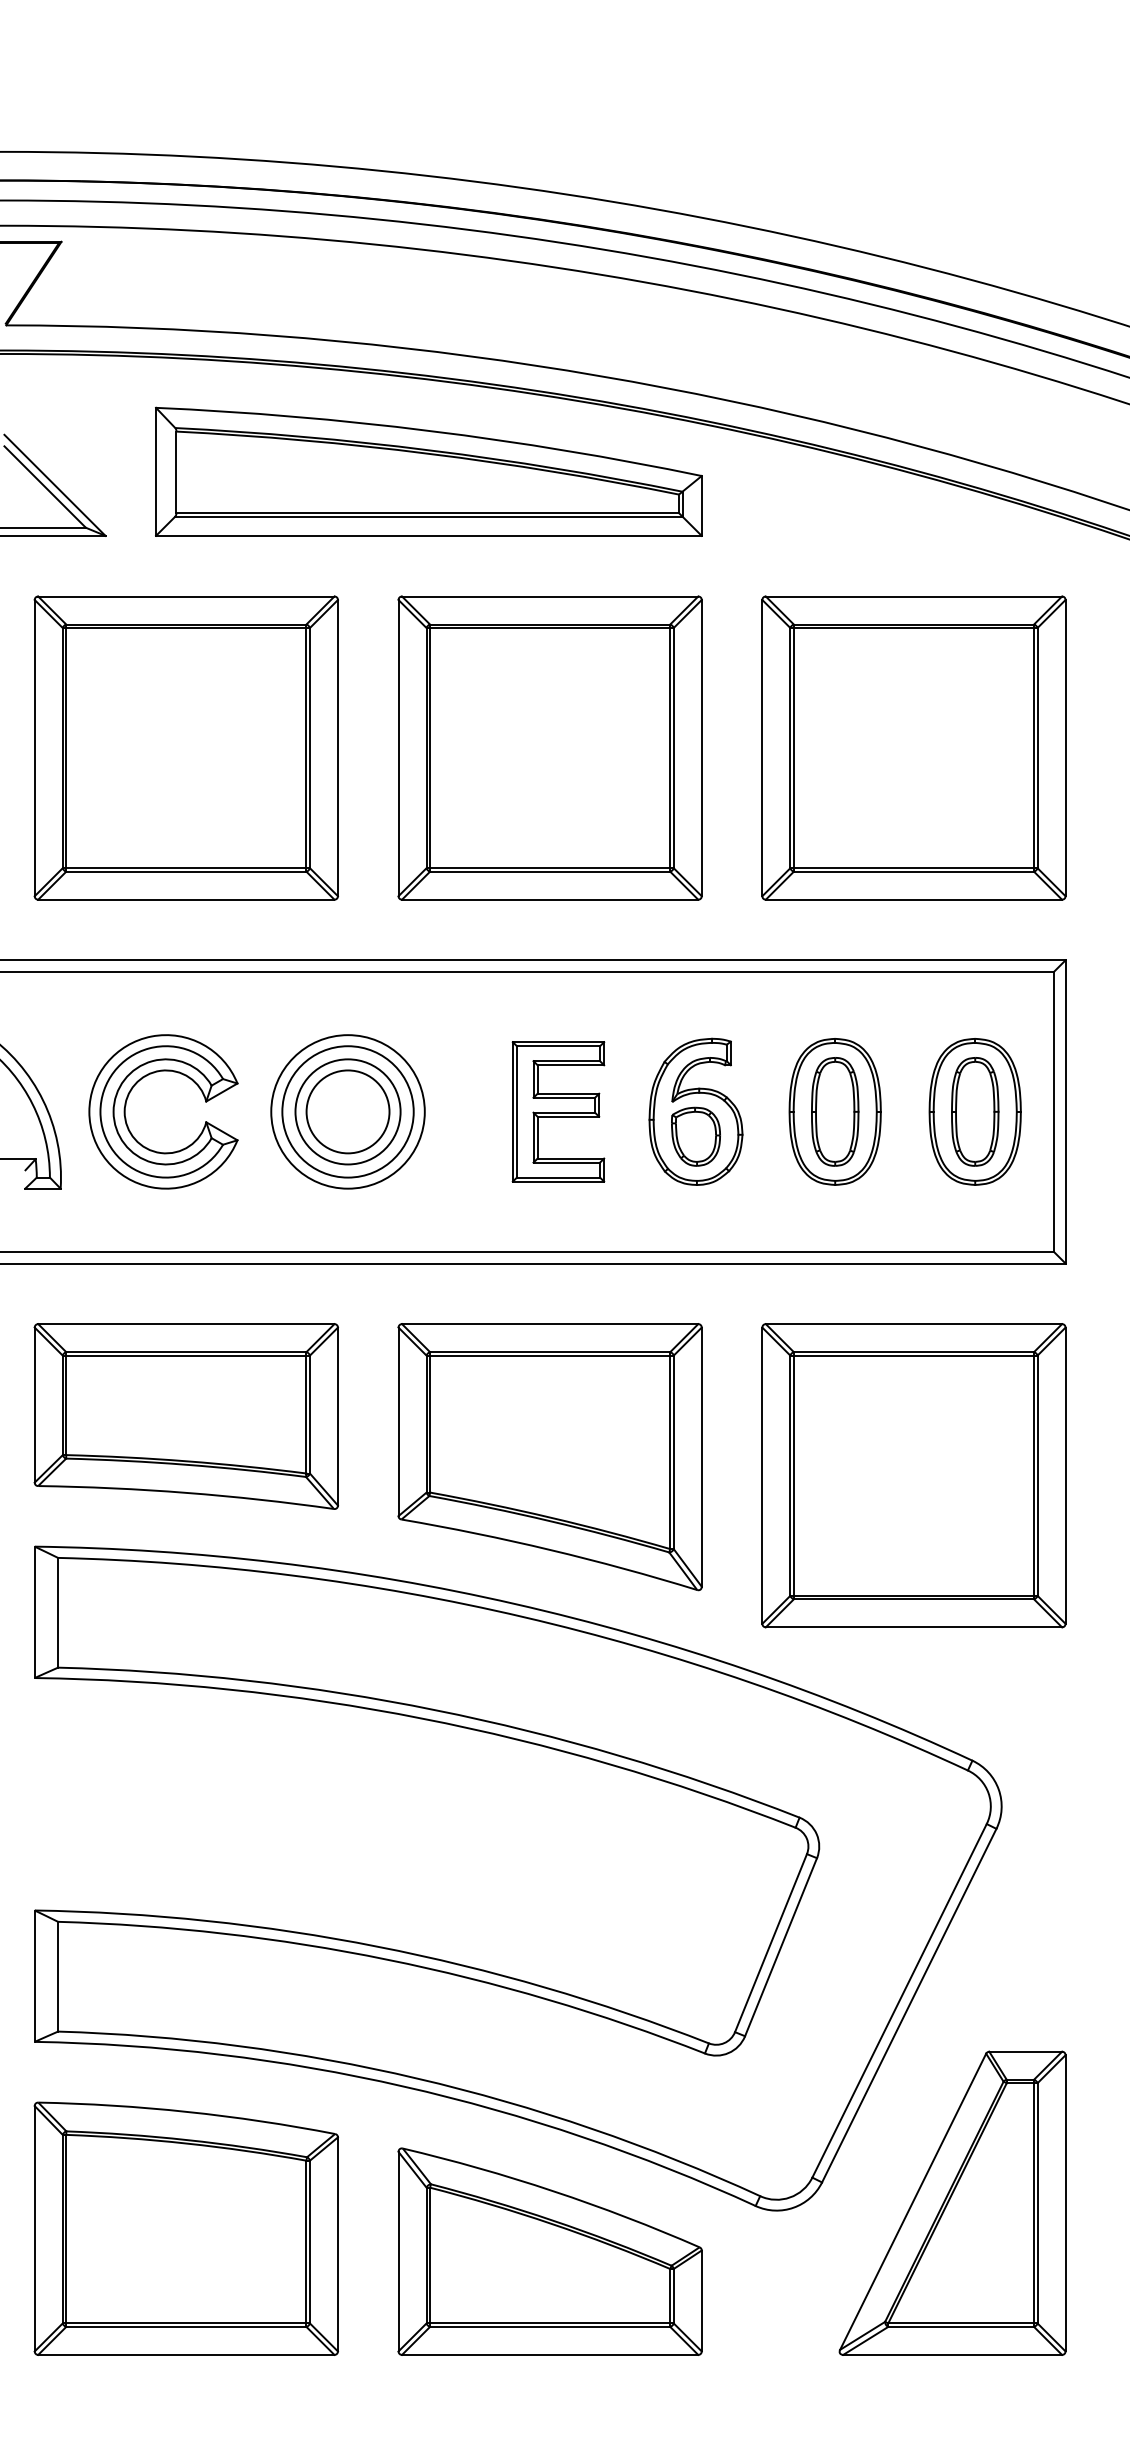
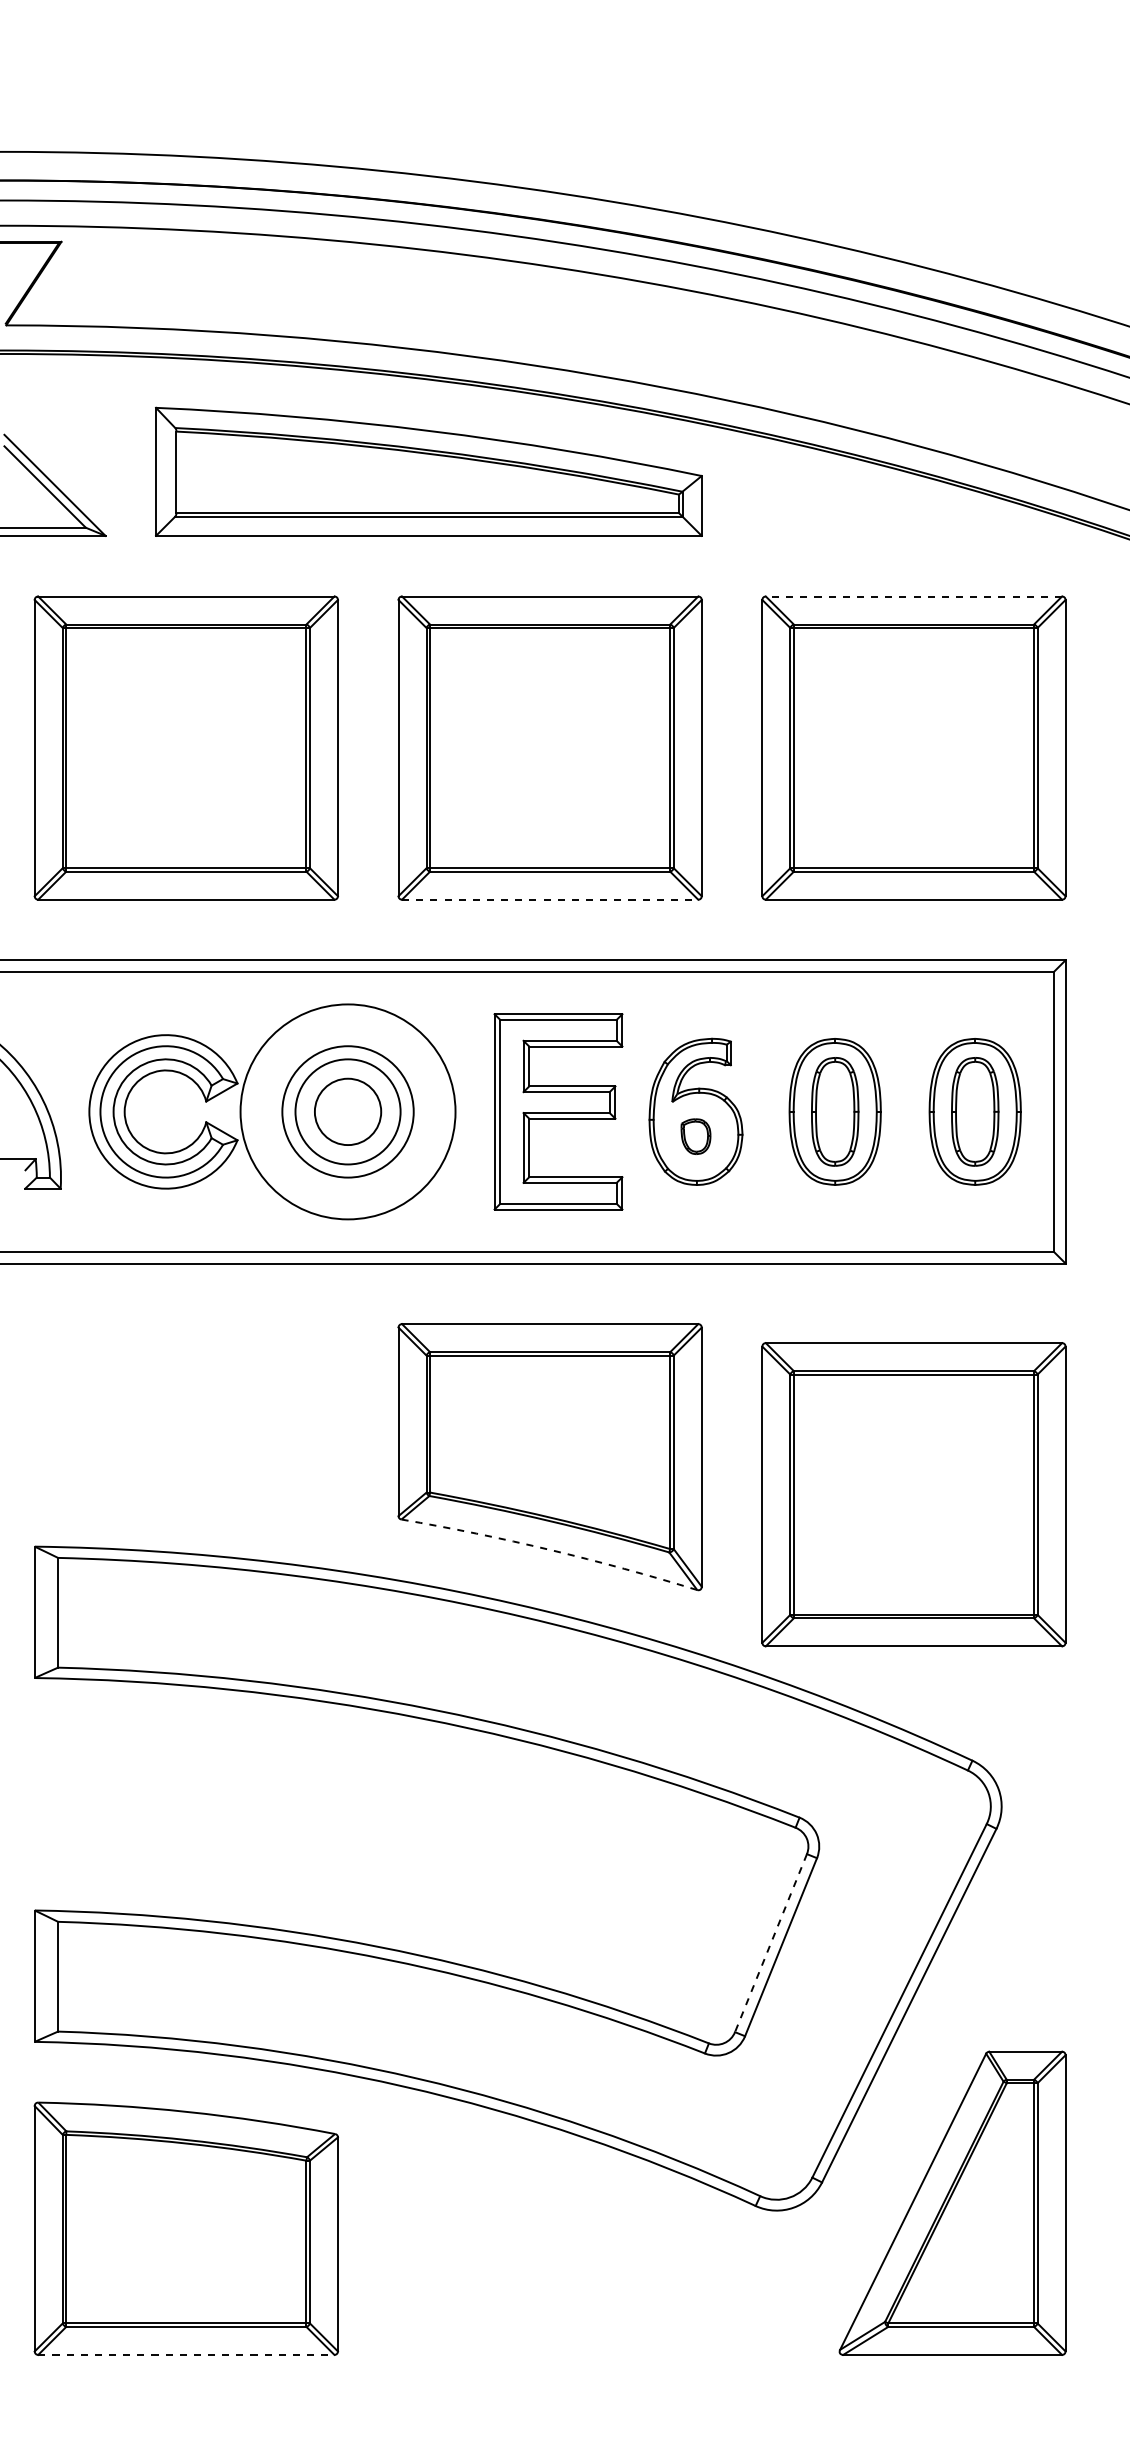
line at (913, 596): solid -> dashed
line at (550, 899): solid -> dashed
circle at (347, 1111) diameter: 154 px -> 215 px
circle at (347, 1111) diameter: 83 px -> 66 px
part at (558, 1111) size: 95x142 px -> 131x198 px
part at (695, 1136) size: 50x61 px -> 32x37 px
part at (185, 1416): present -> none
part at (913, 1475) position: (913, 1475) -> (913, 1494)
arc at (550, 1550): solid -> dashed
line at (770, 1943): solid -> dashed
part at (549, 2251): present -> none
line at (186, 2354): solid -> dashed
